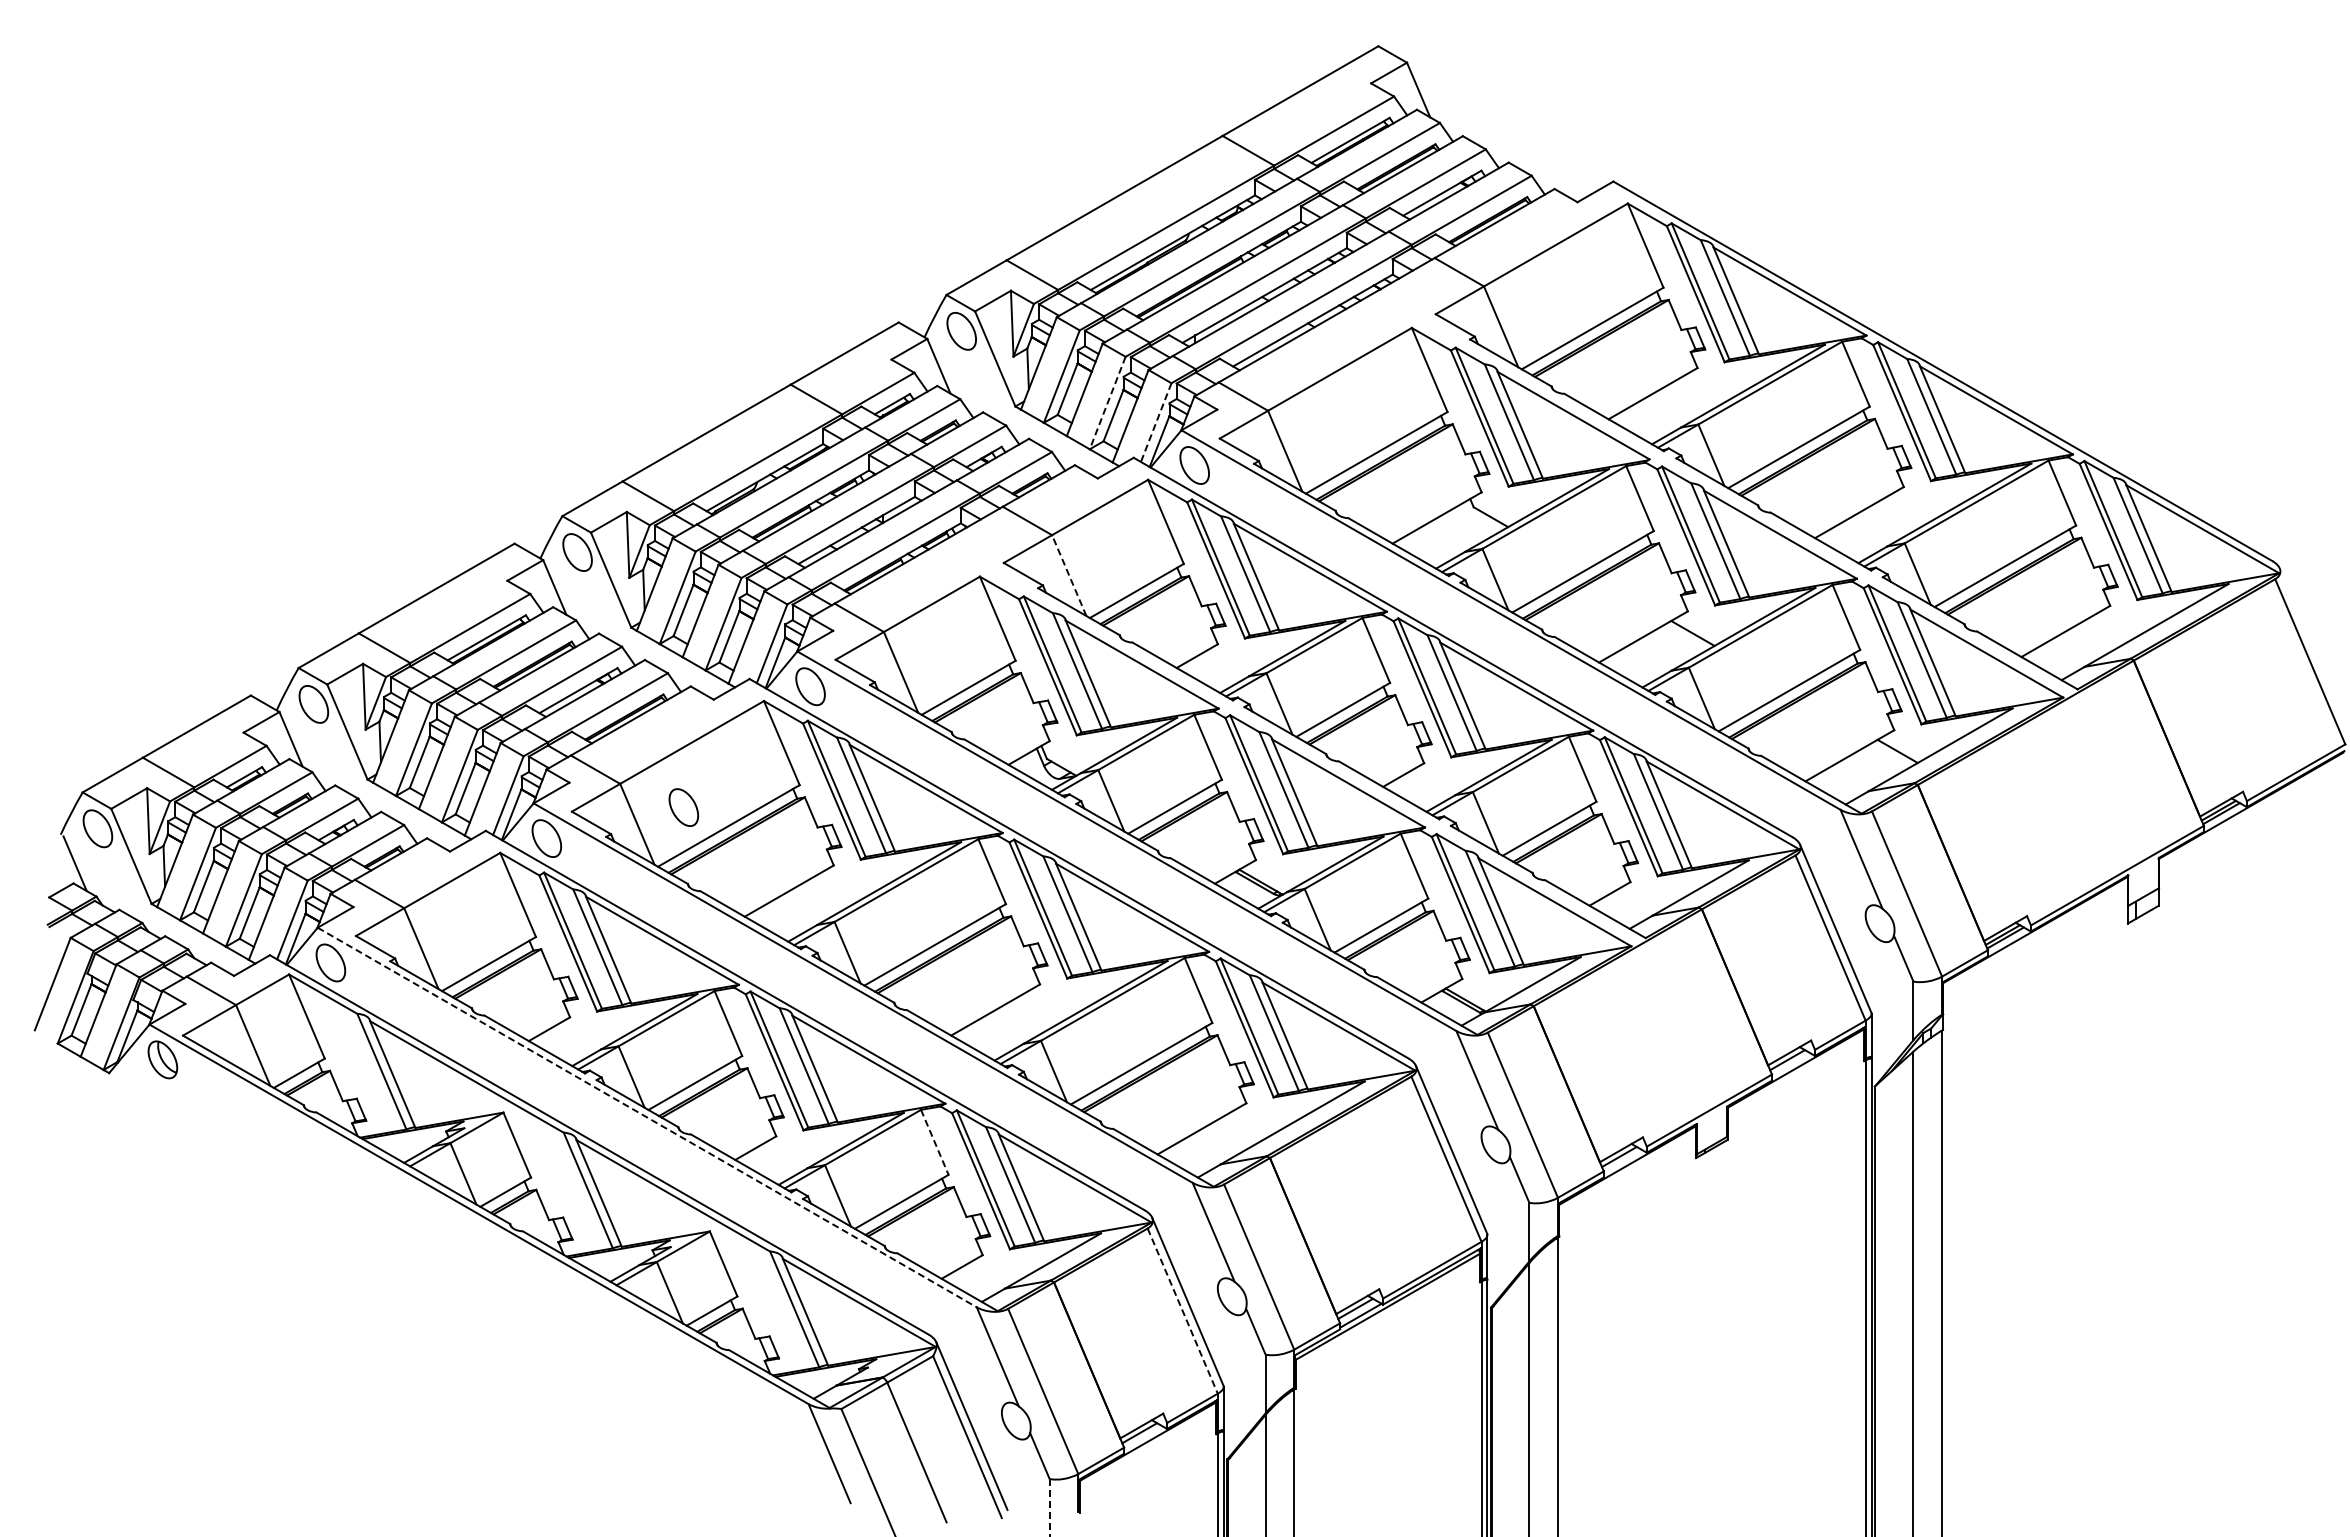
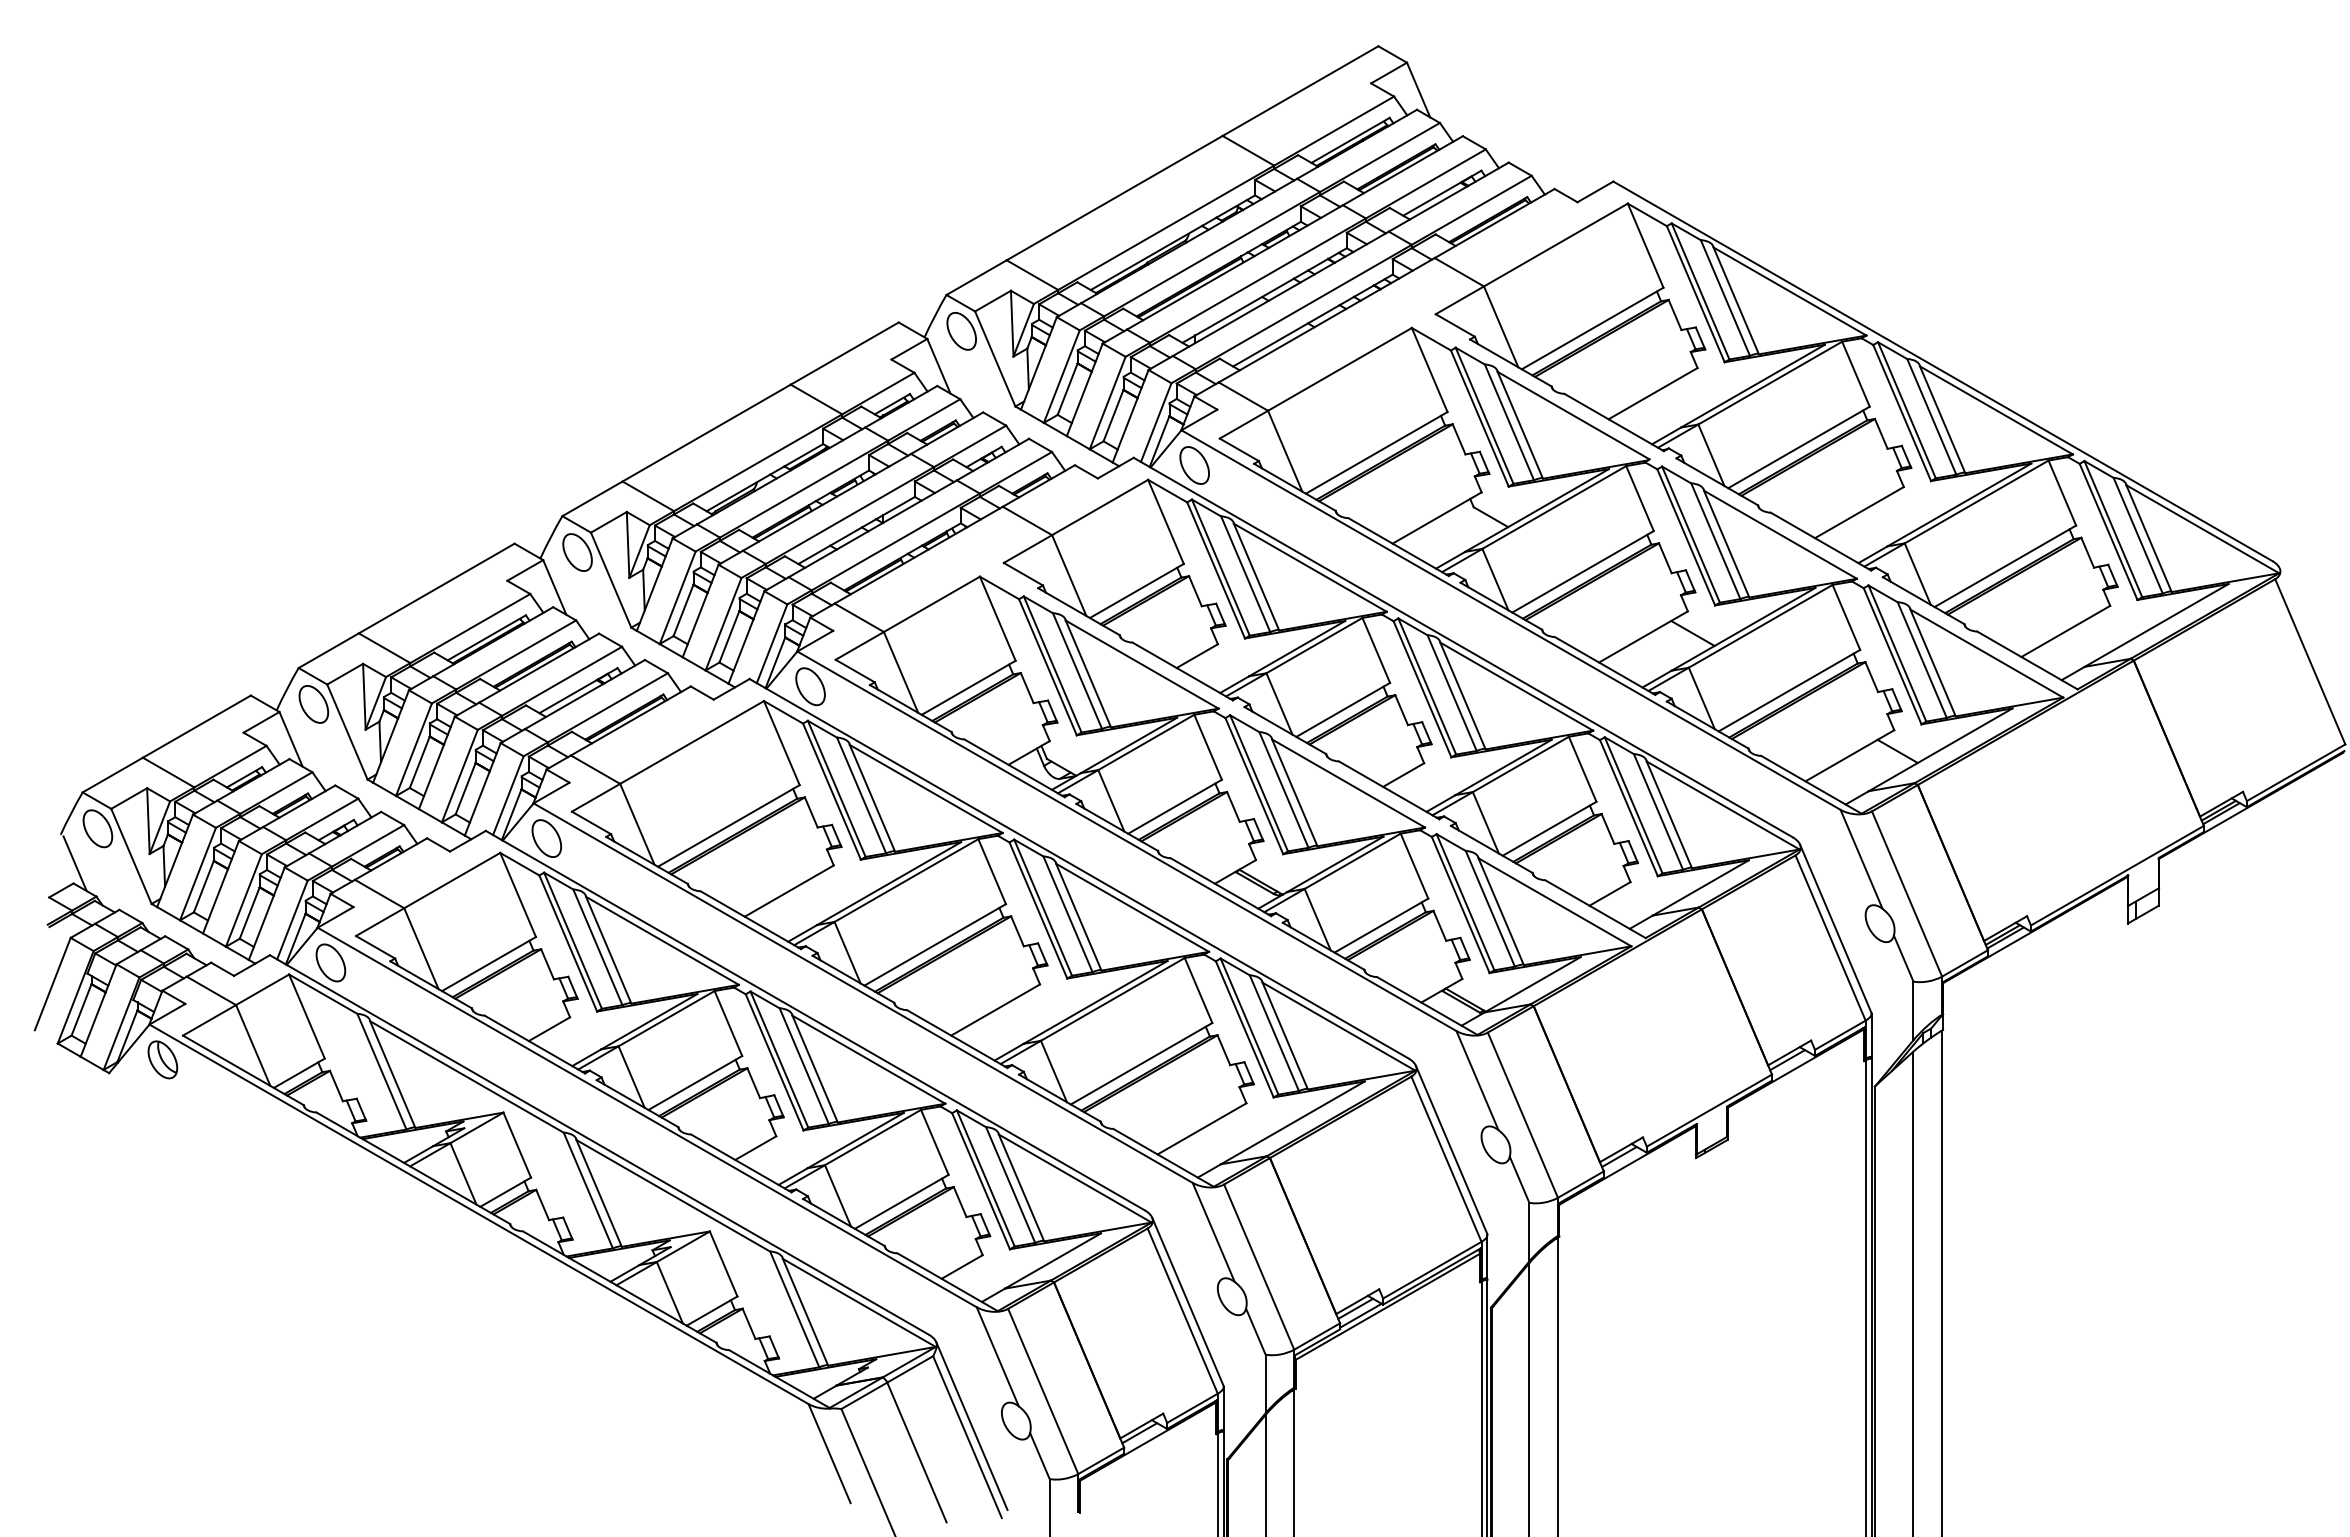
line at (1107, 403): dashed -> solid
line at (1156, 423): dashed -> solid
line at (1069, 575): dashed -> solid
part at (683, 807): present -> none
line at (647, 1117): dashed -> solid
line at (935, 1142): dashed -> solid
line at (1182, 1311): dashed -> solid
line at (1049, 1507): dashed -> solid
